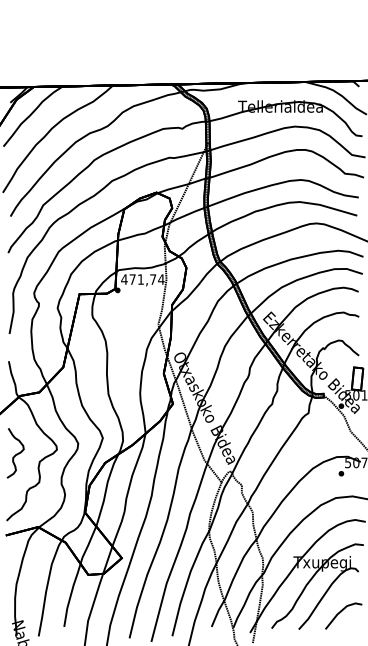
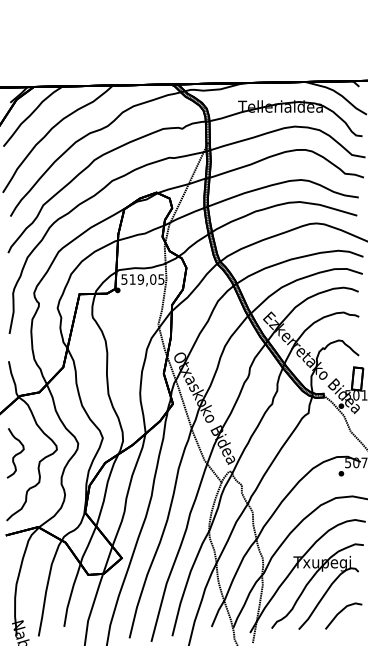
text at (142, 279): 471,74 -> 519,05
